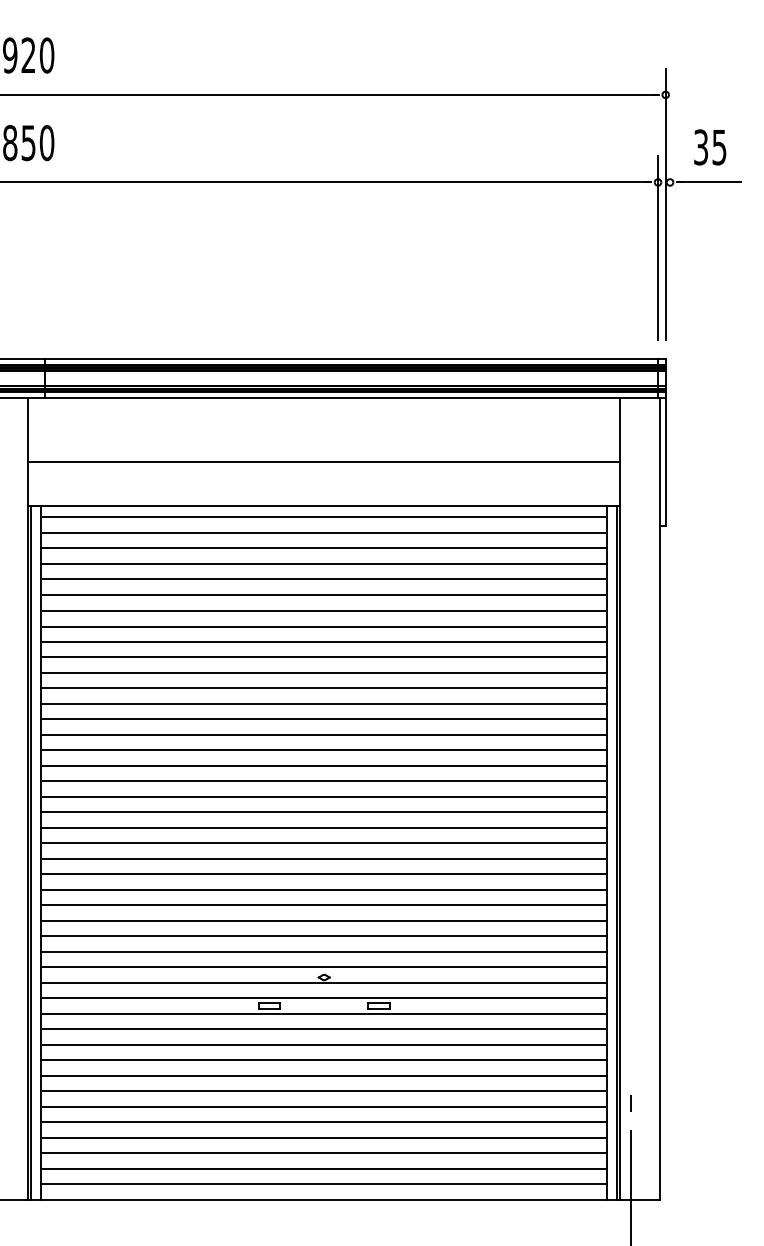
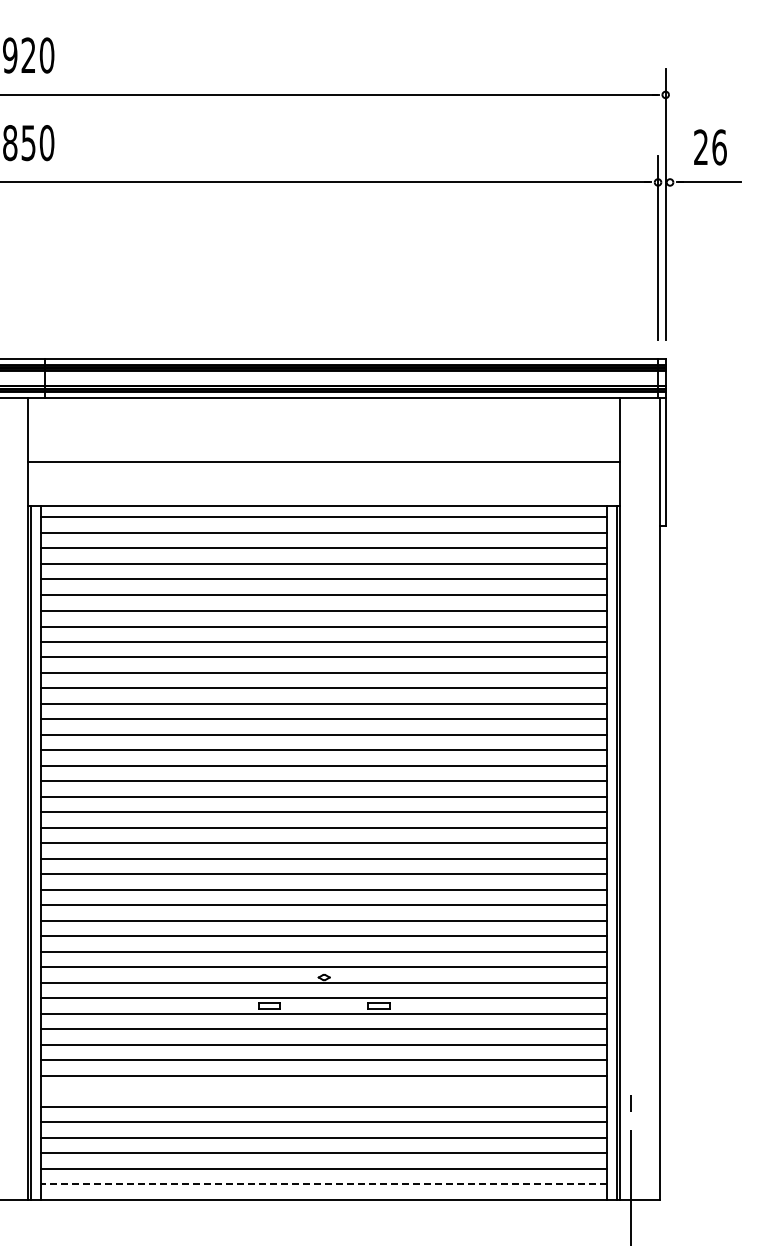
text at (710, 147): 35 -> 26
line at (324, 1091): present -> none
line at (323, 1184): solid -> dashed
